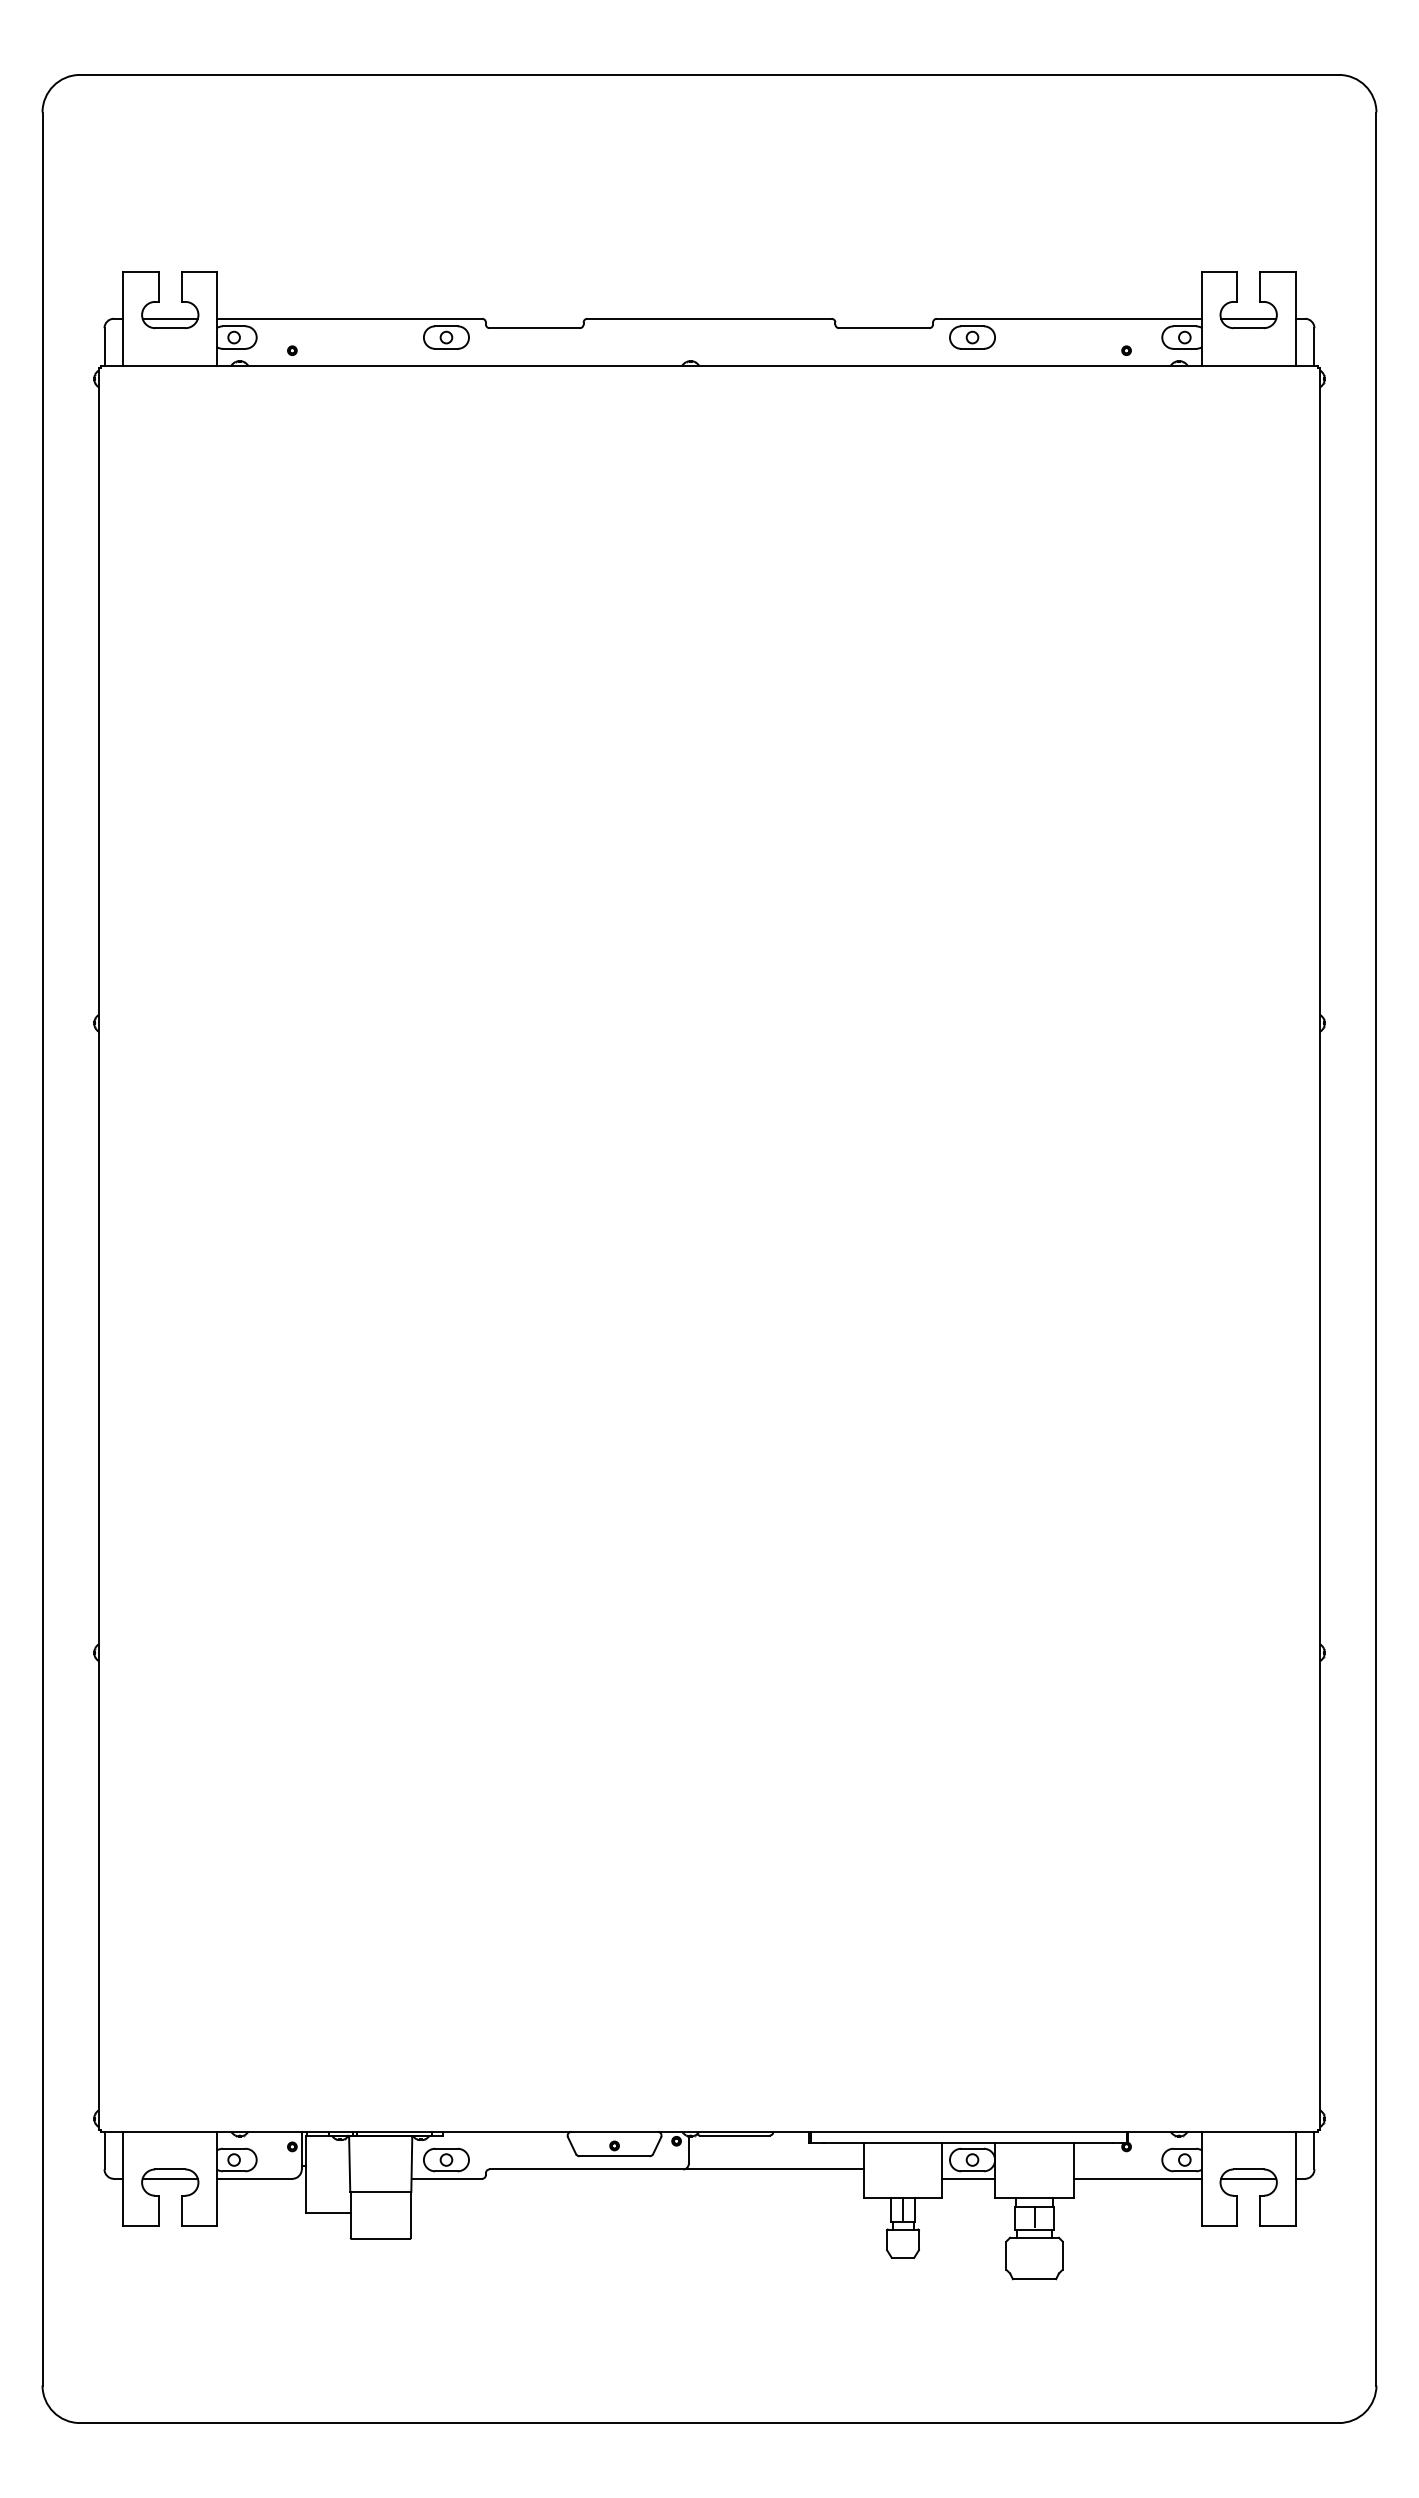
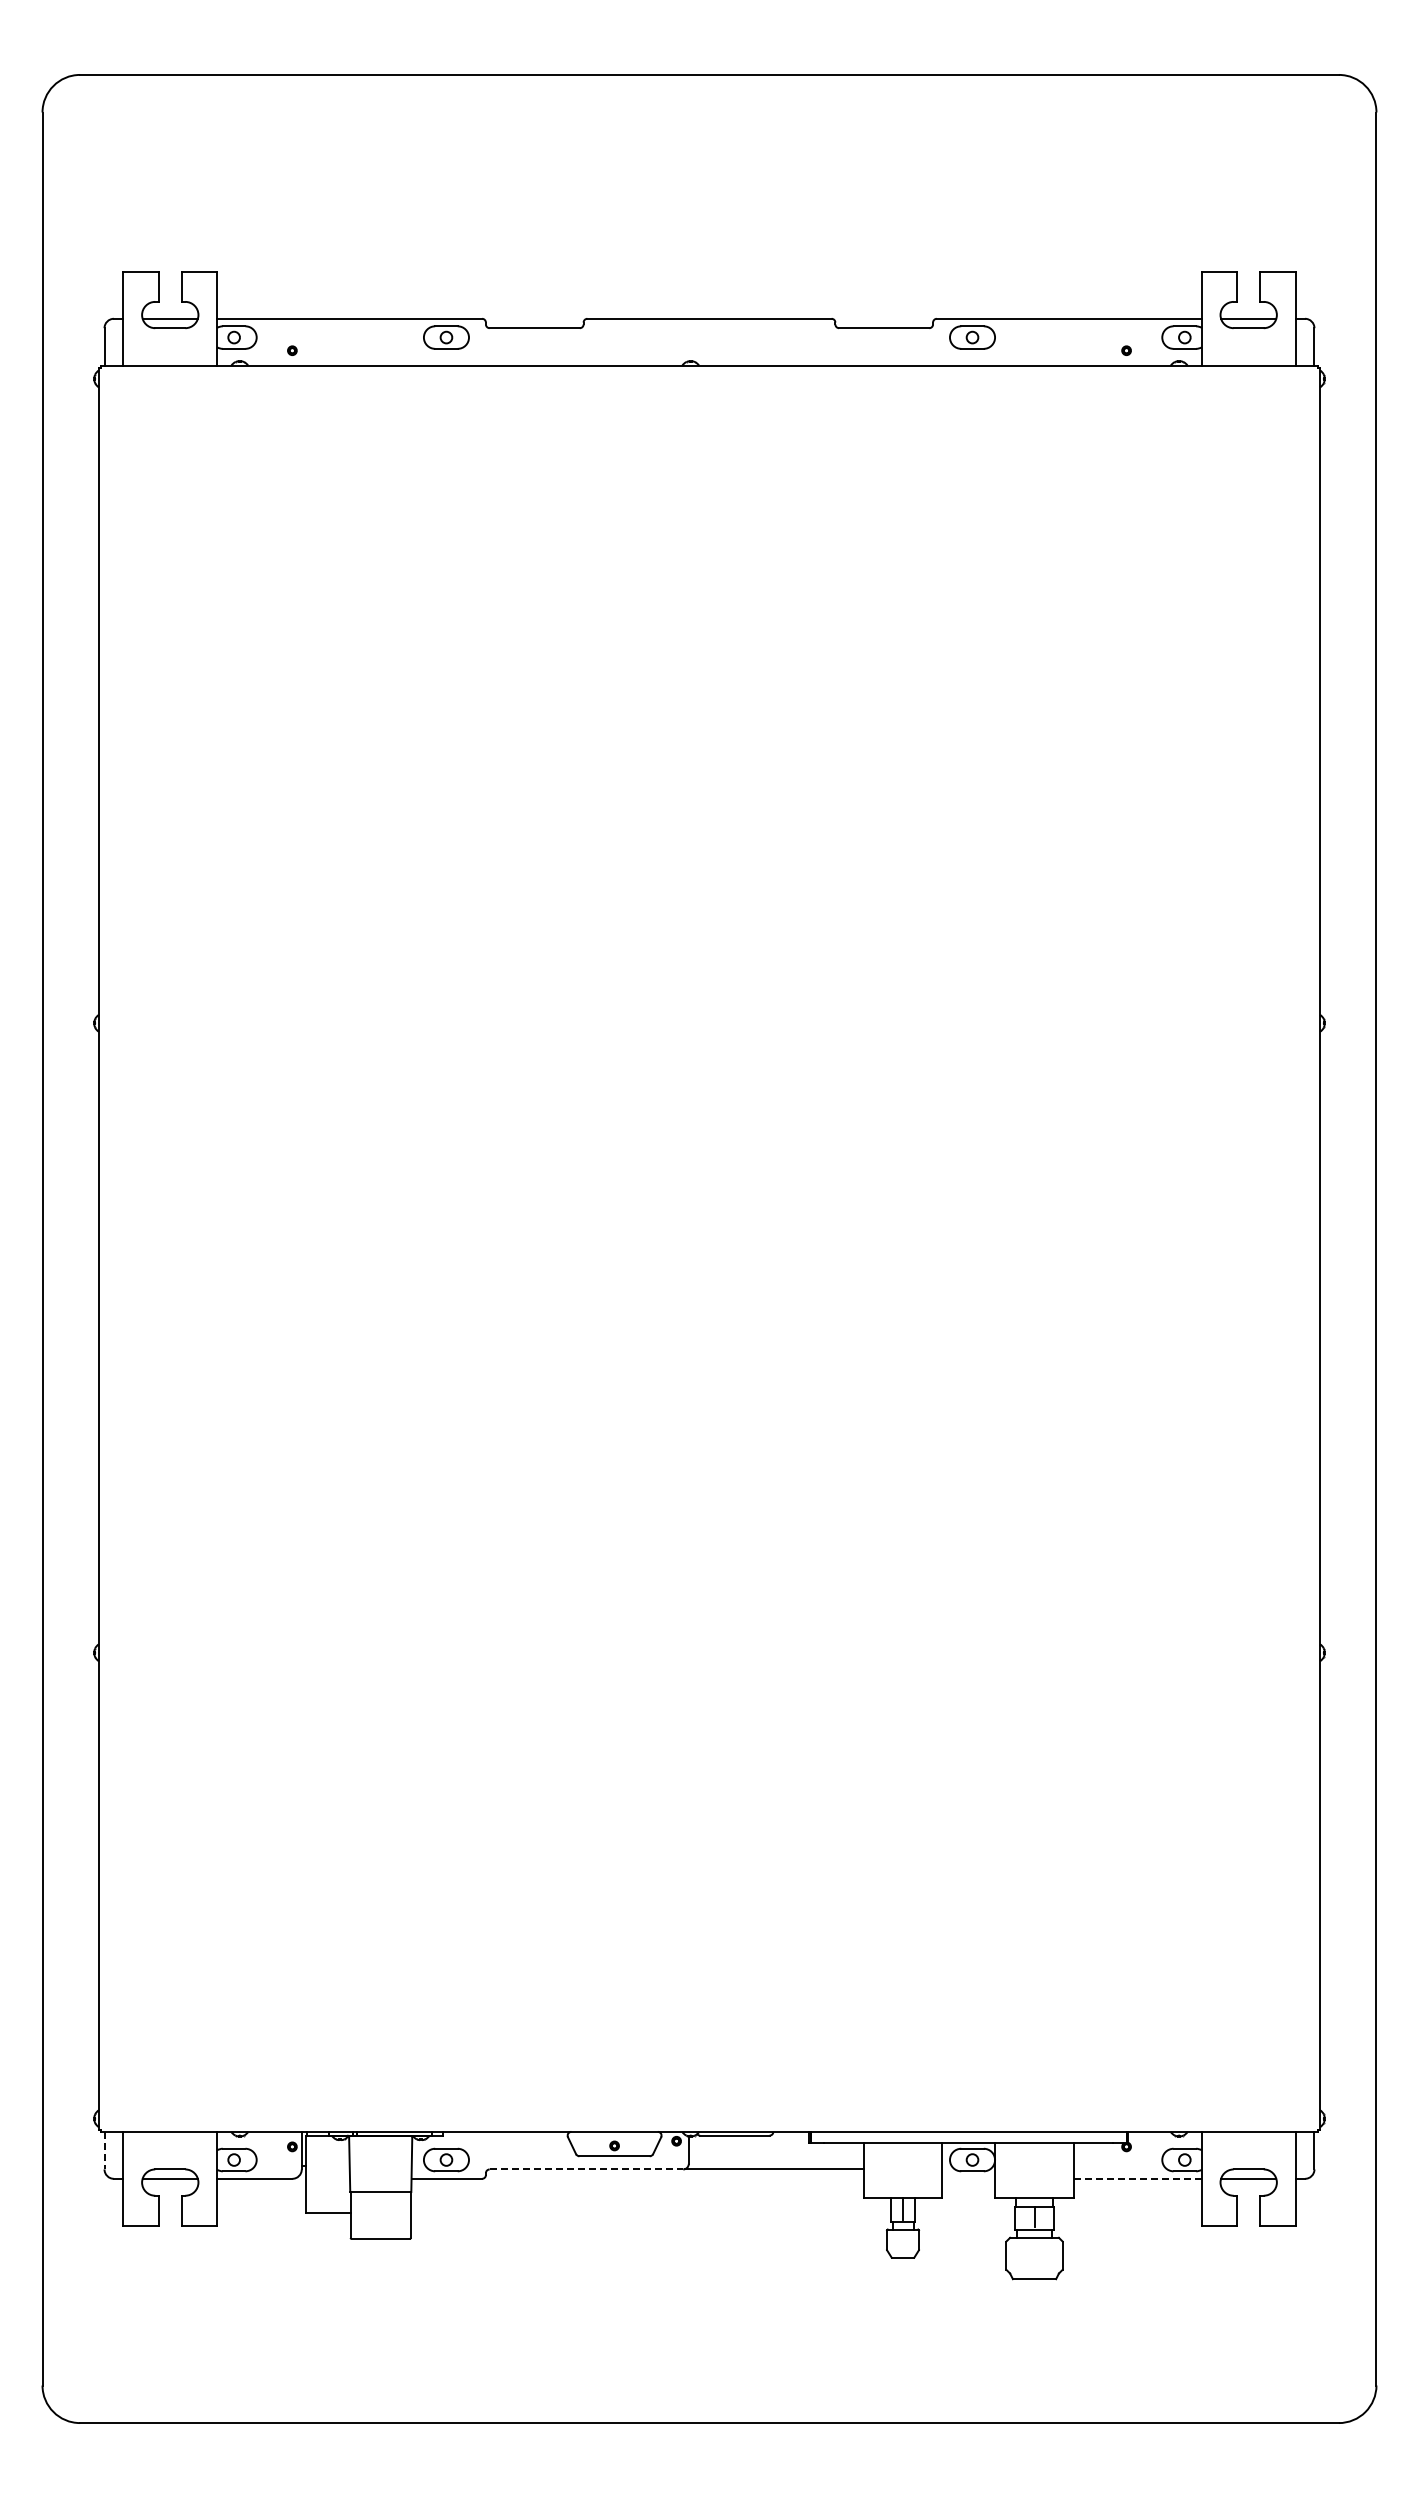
line at (104, 2150): solid -> dashed
line at (586, 2169): solid -> dashed
line at (968, 2178): present -> none
line at (1137, 2178): solid -> dashed
